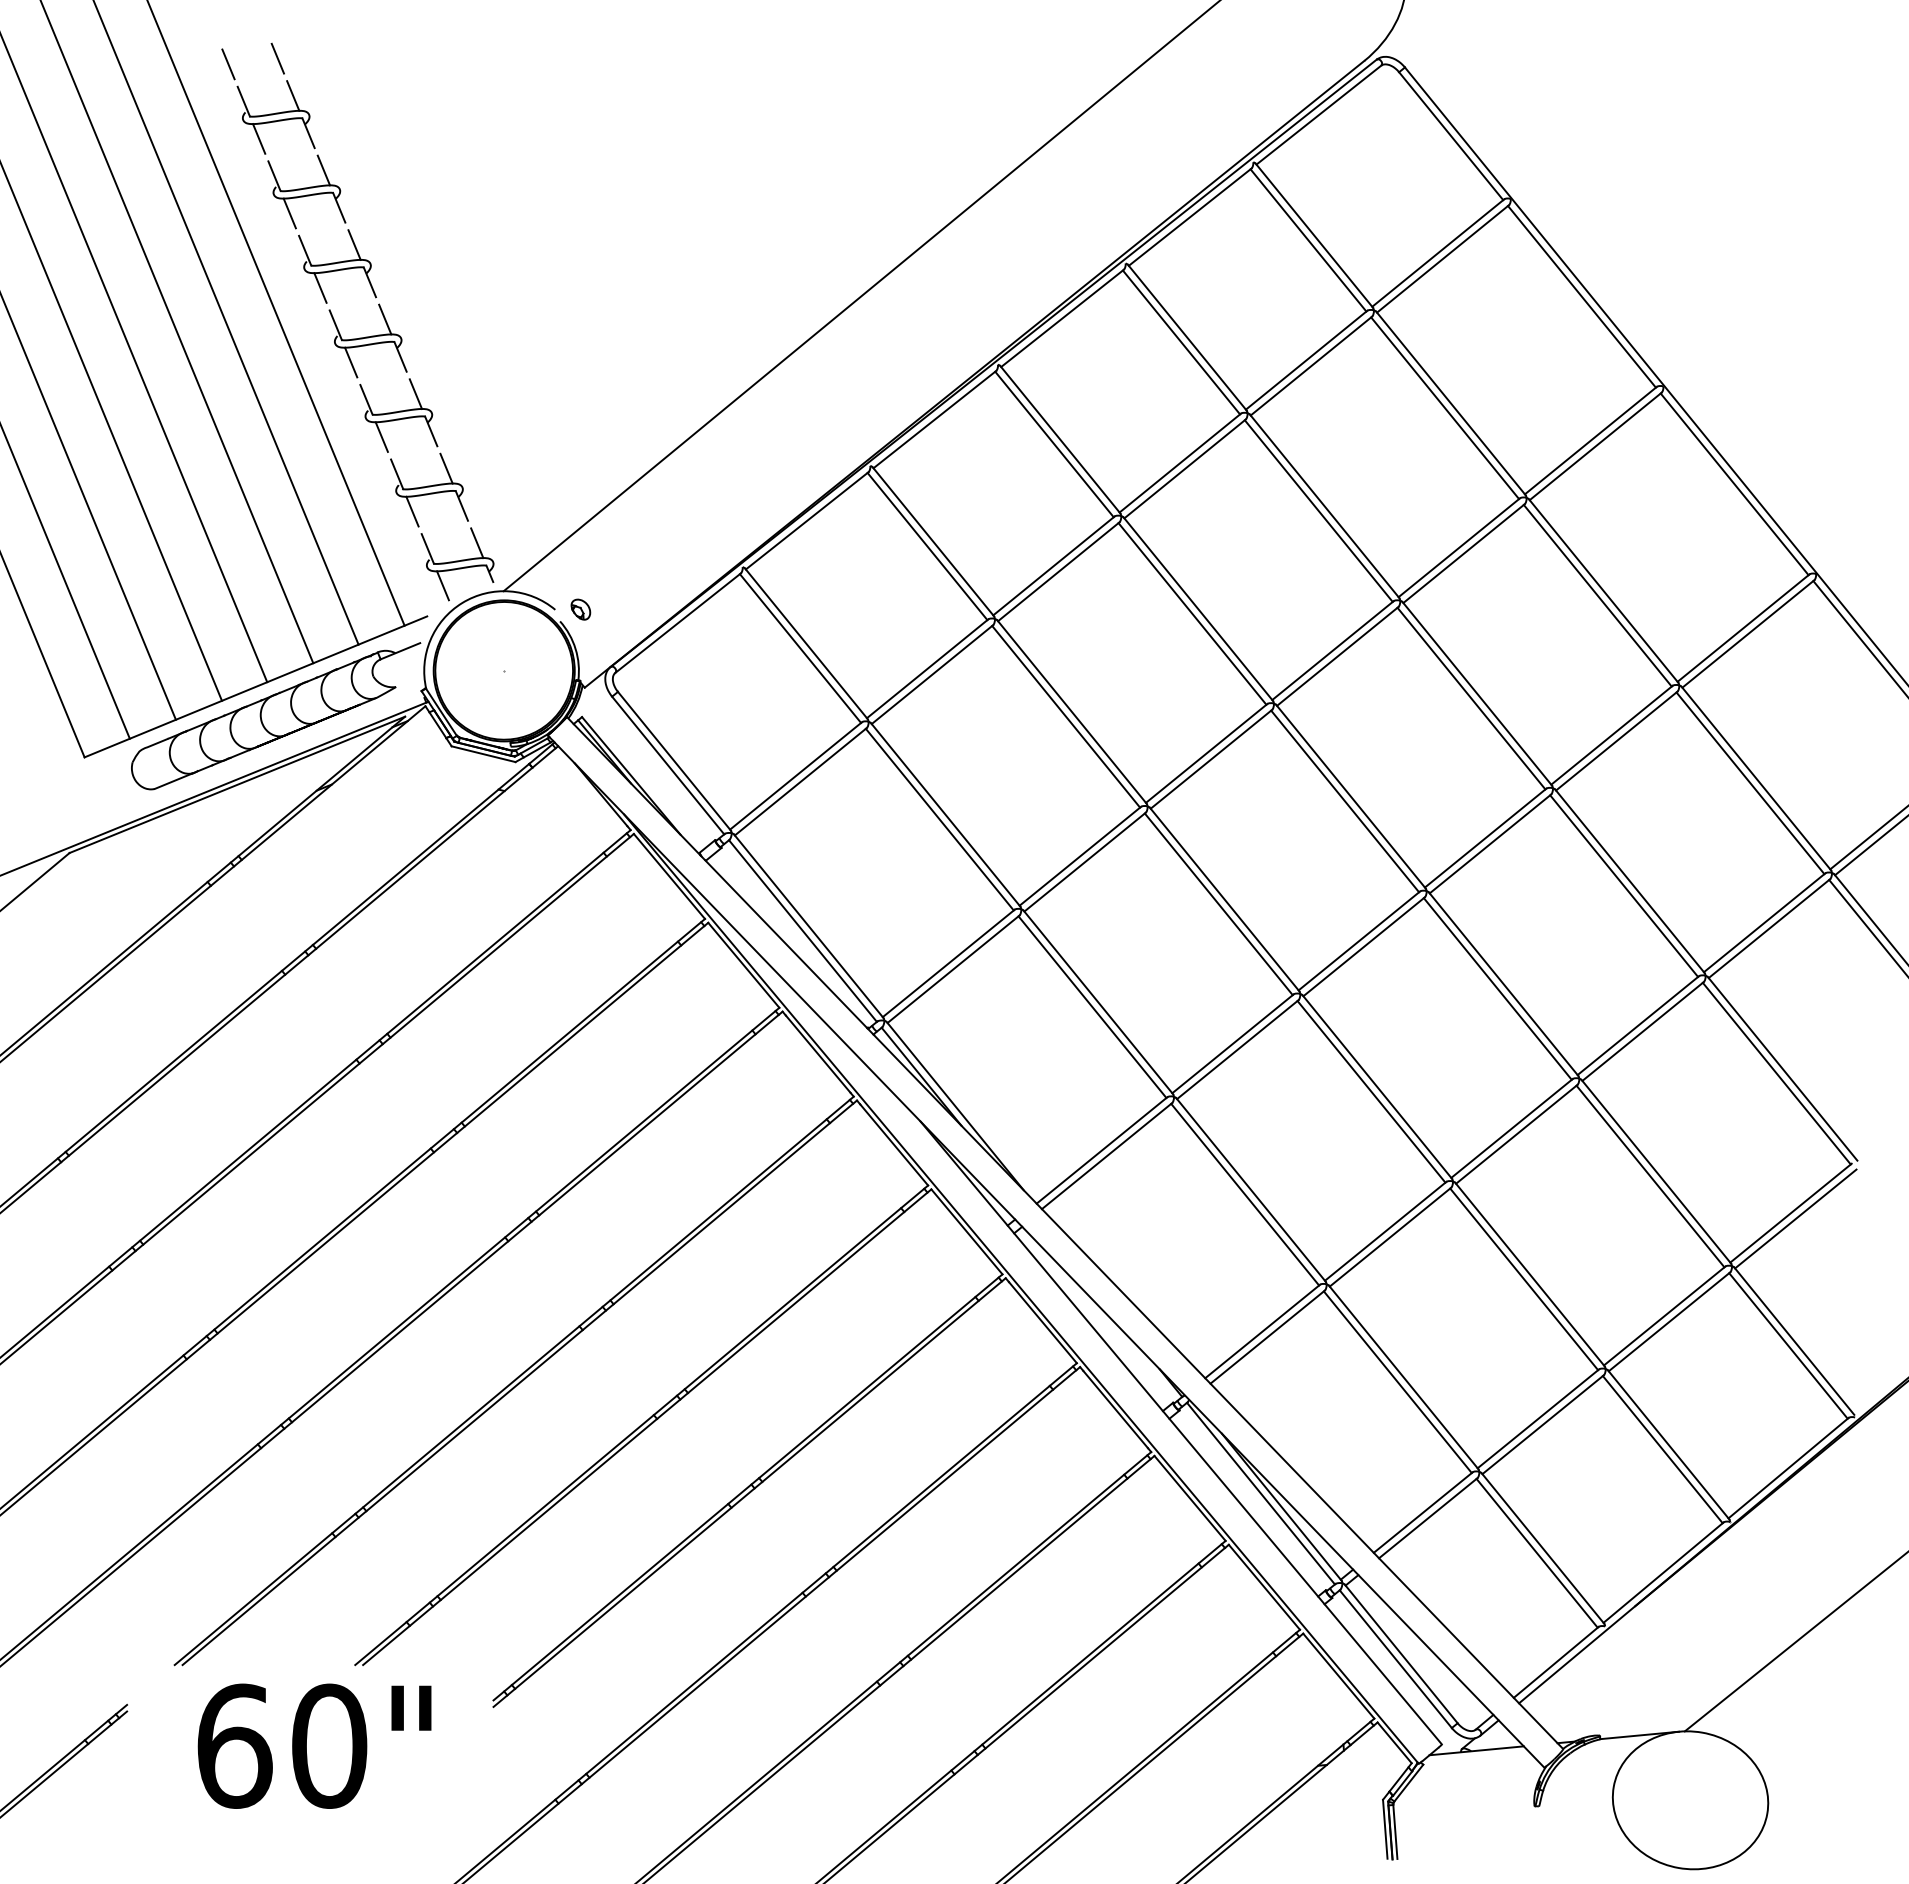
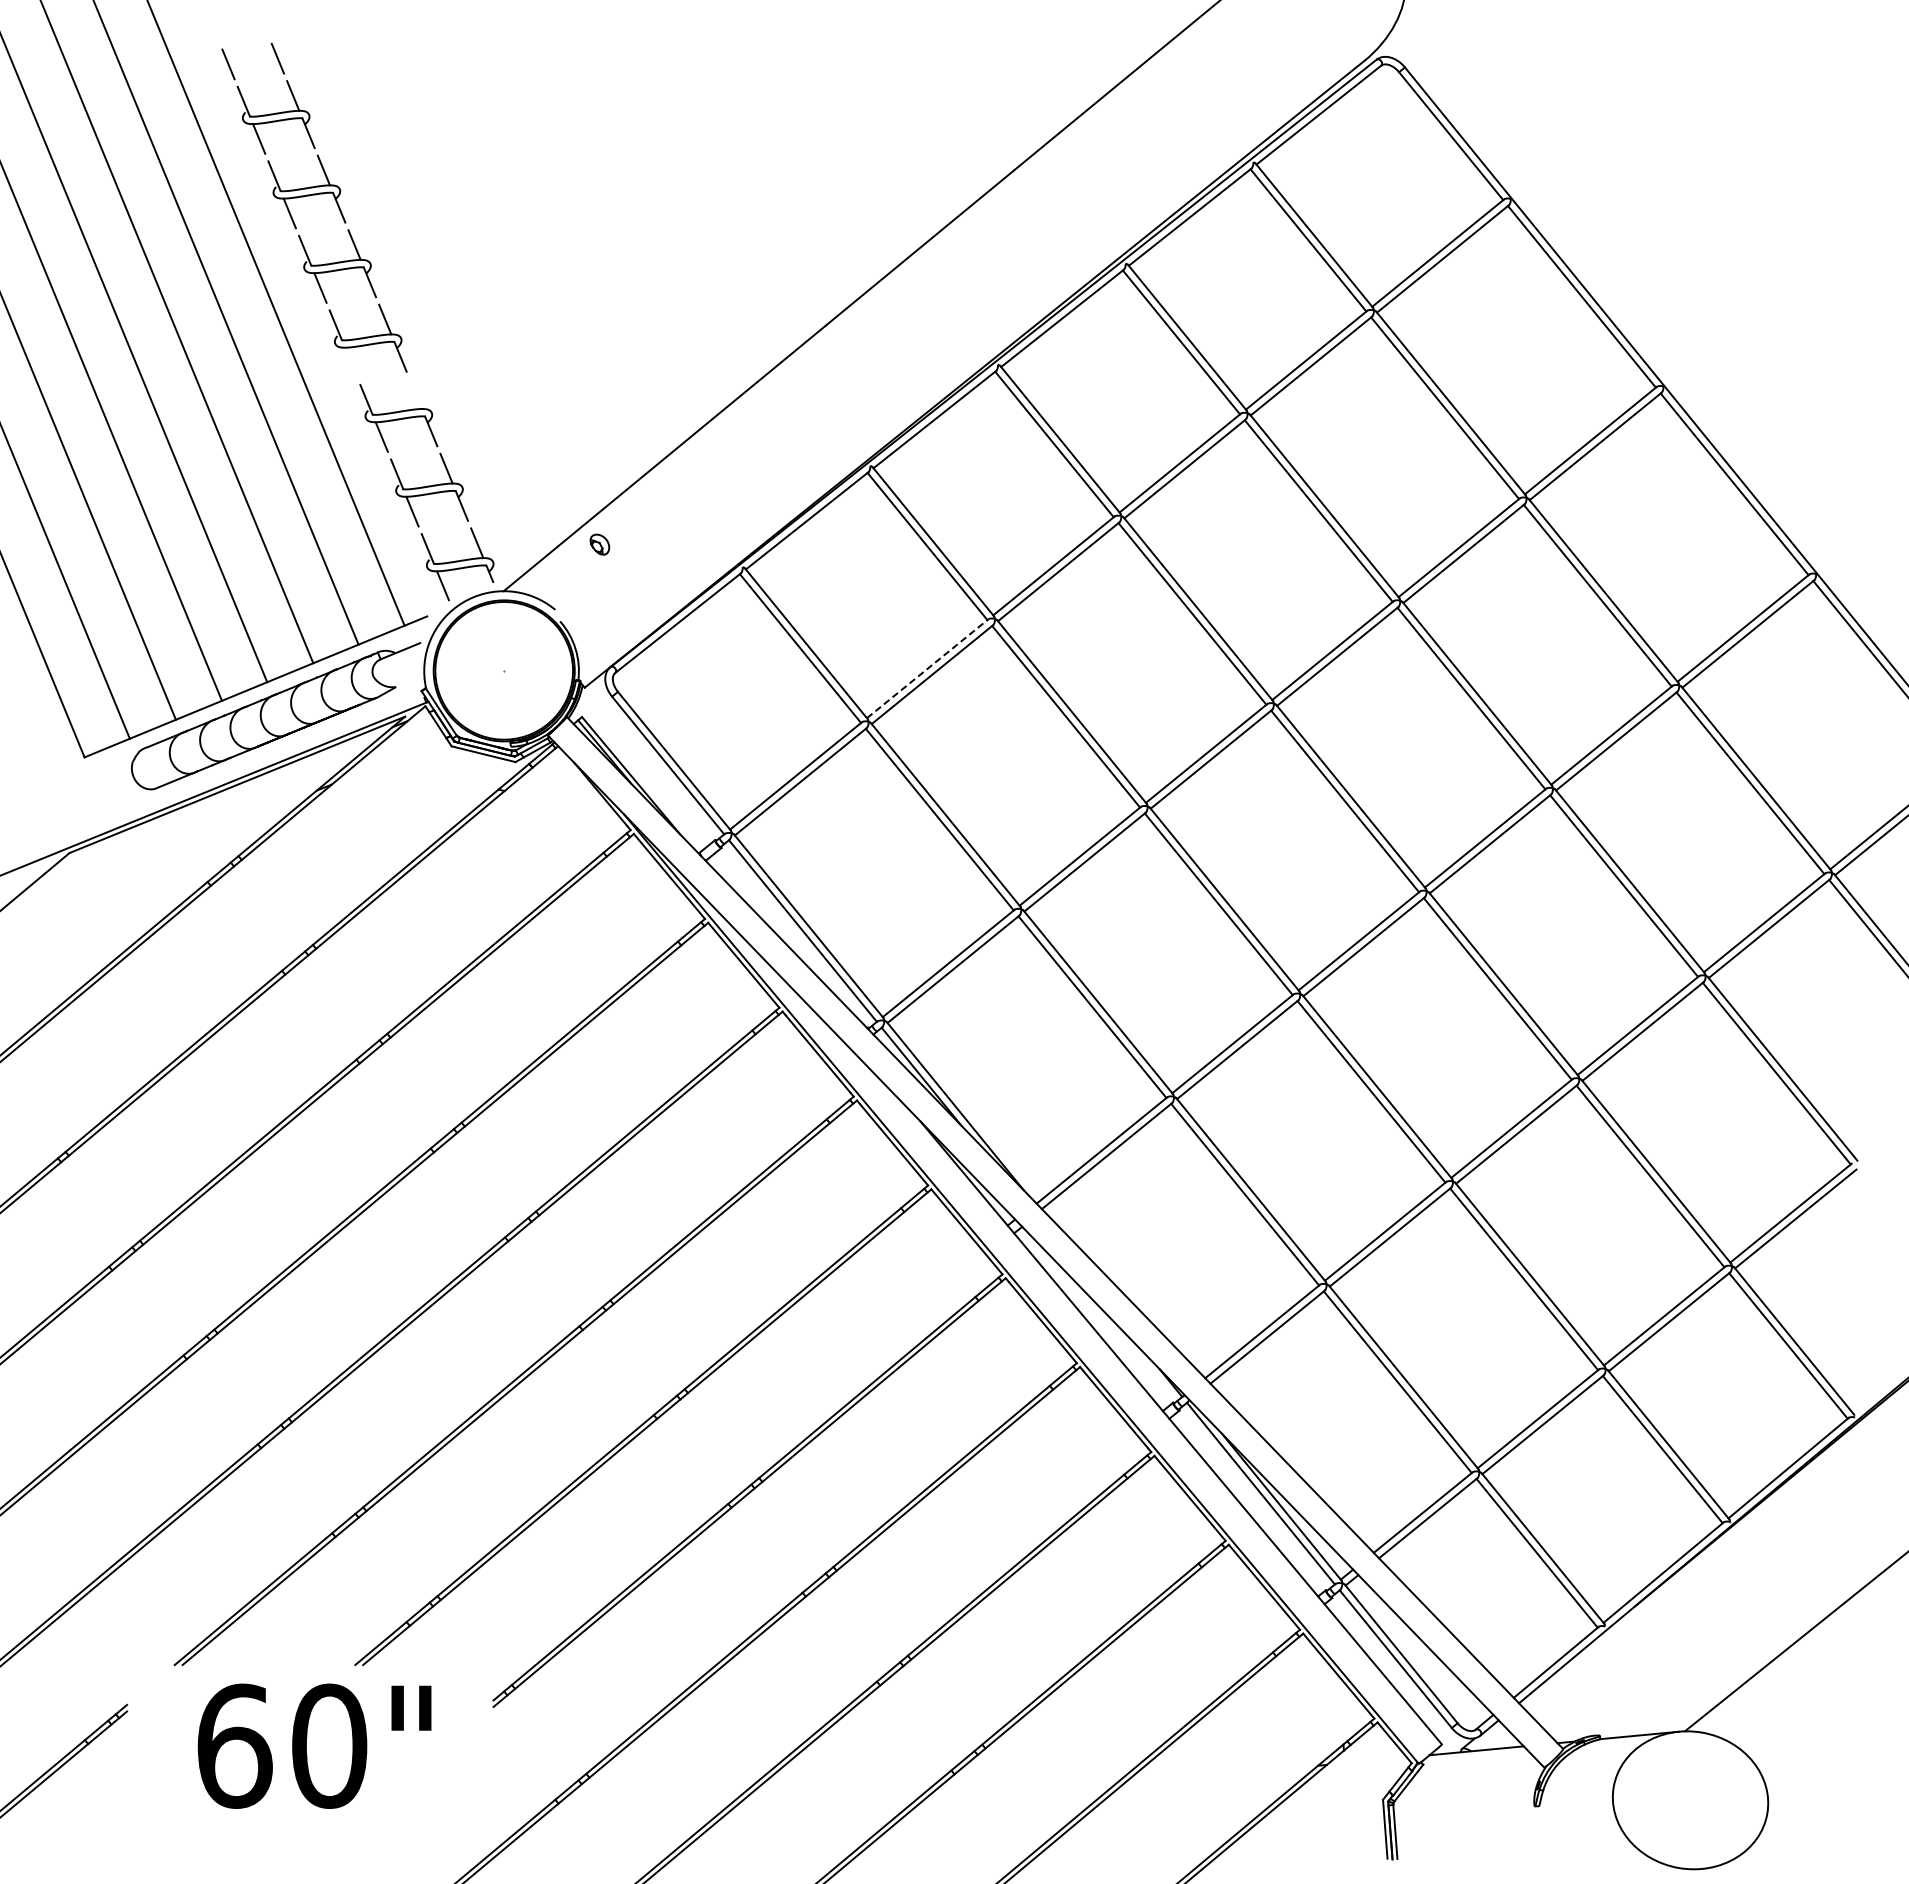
line at (351, 362): present -> none
line at (415, 393): present -> none
part at (580, 609) position: (580, 609) -> (599, 544)
line at (928, 668): solid -> dashed
